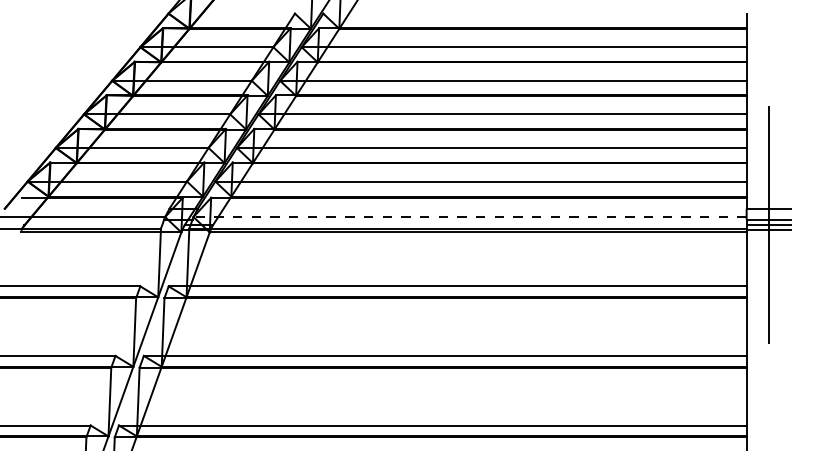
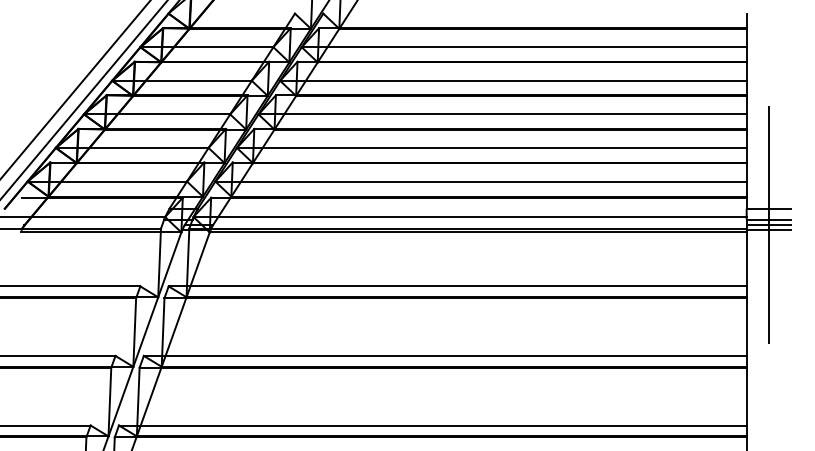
line at (75, 89): none -> present
line at (83, 99): none -> present
line at (470, 217): dashed -> solid
